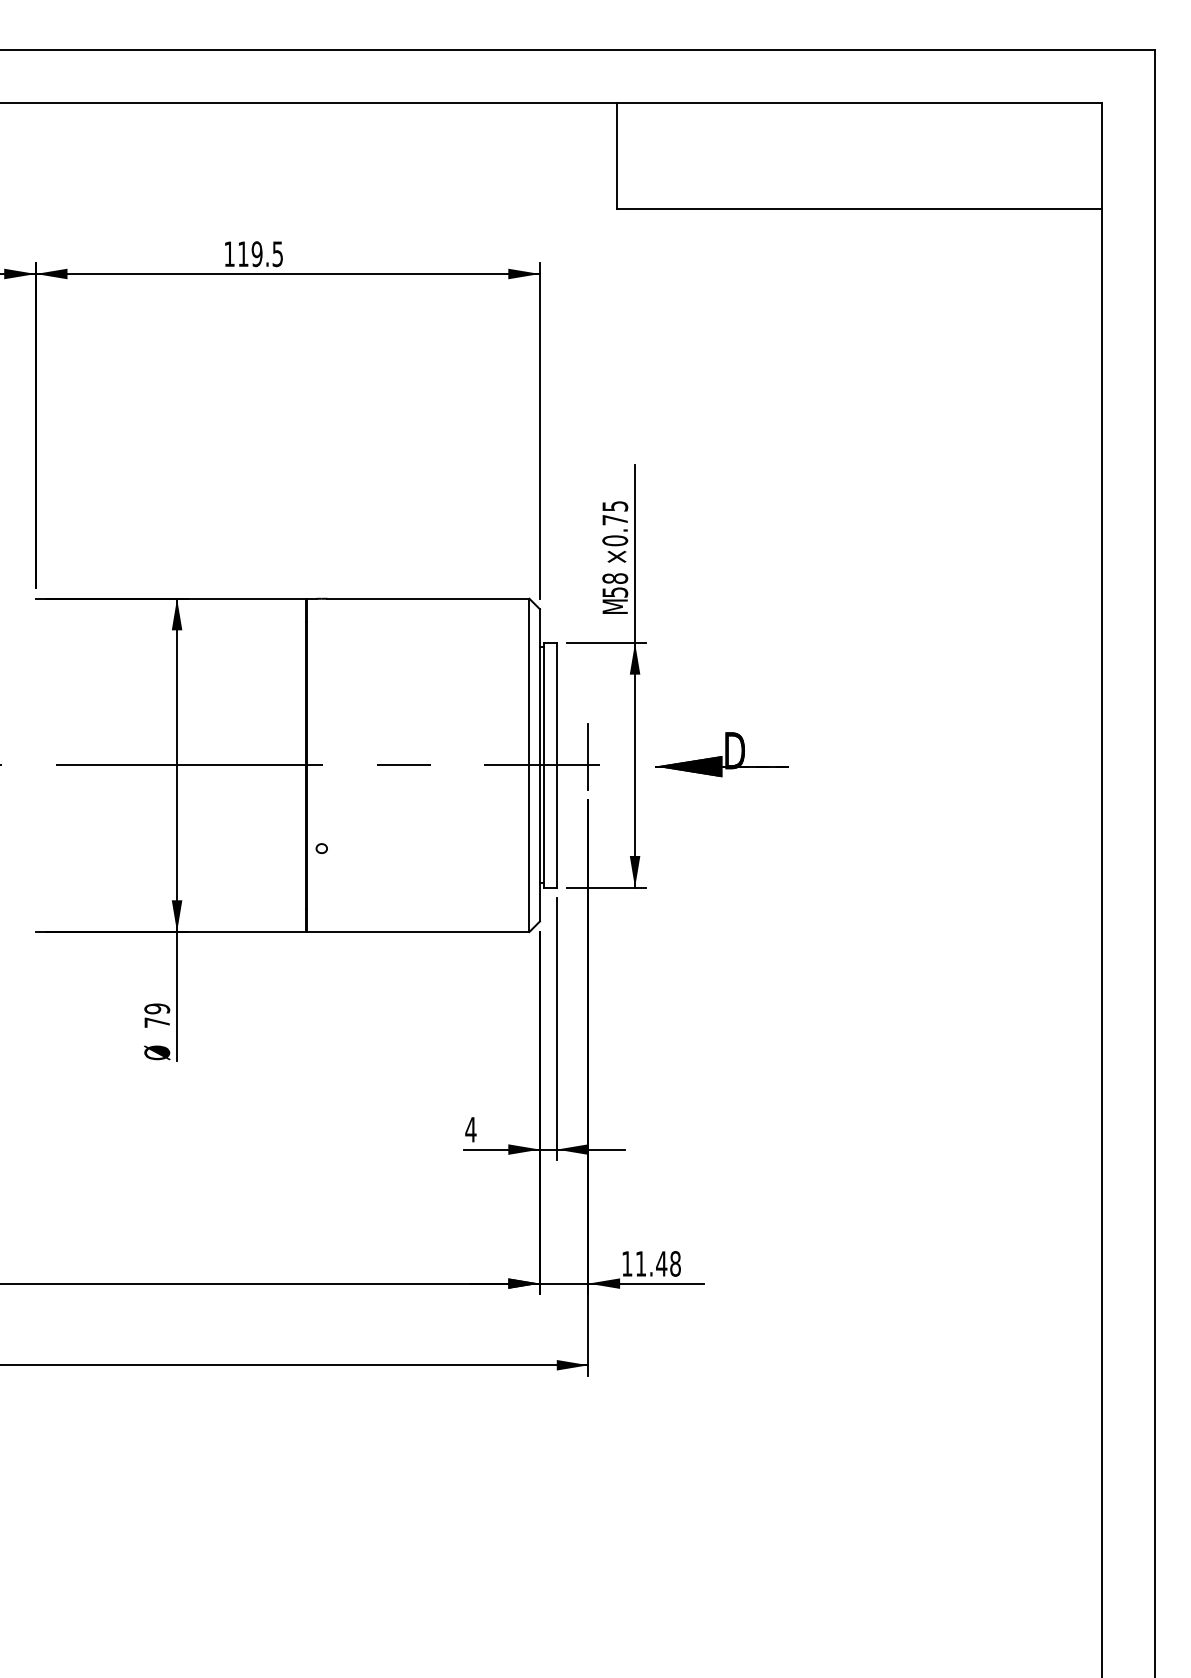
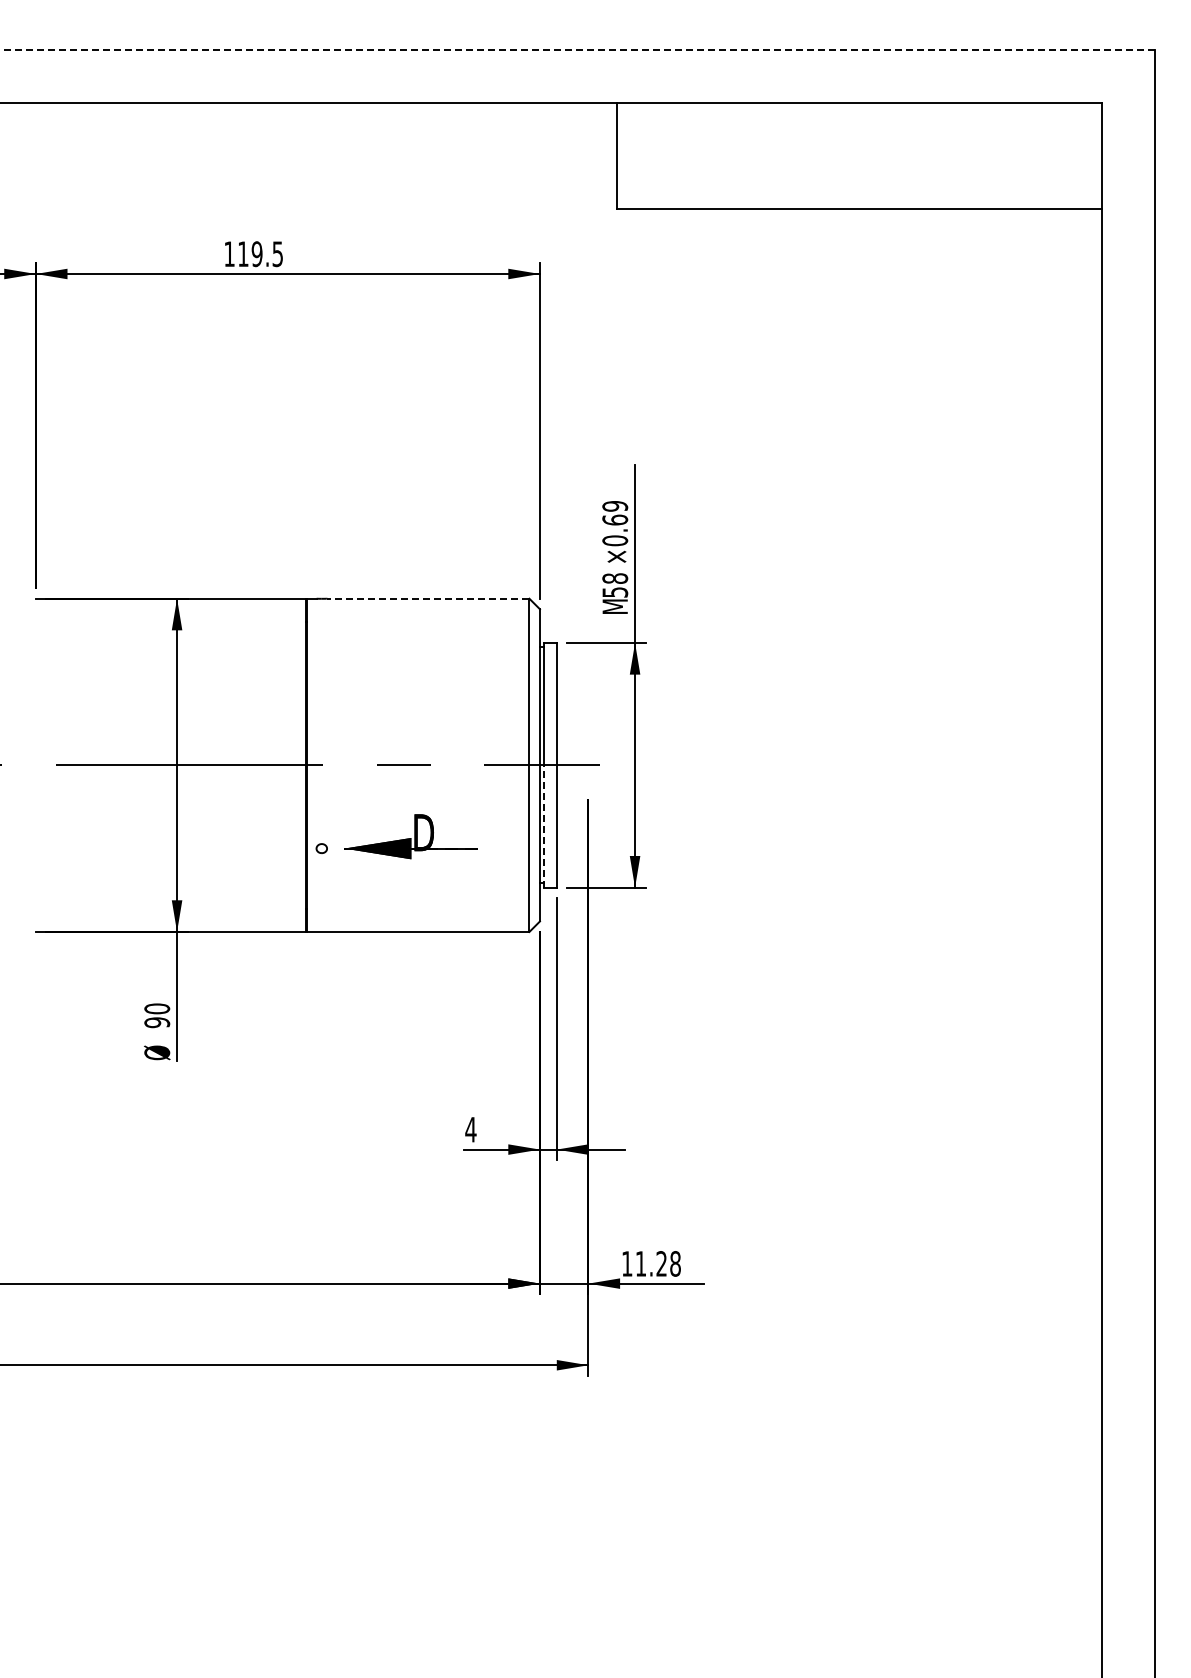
line at (578, 50): solid -> dashed
text at (615, 513): ×0.75 -> ×0.69
line at (427, 598): solid -> dashed
part at (721, 754) position: (721, 754) -> (410, 836)
line at (588, 756): present -> none
line at (544, 826): solid -> dashed
text at (157, 1015): 79 -> 90
text at (661, 1263): 11.48 -> 11.28
